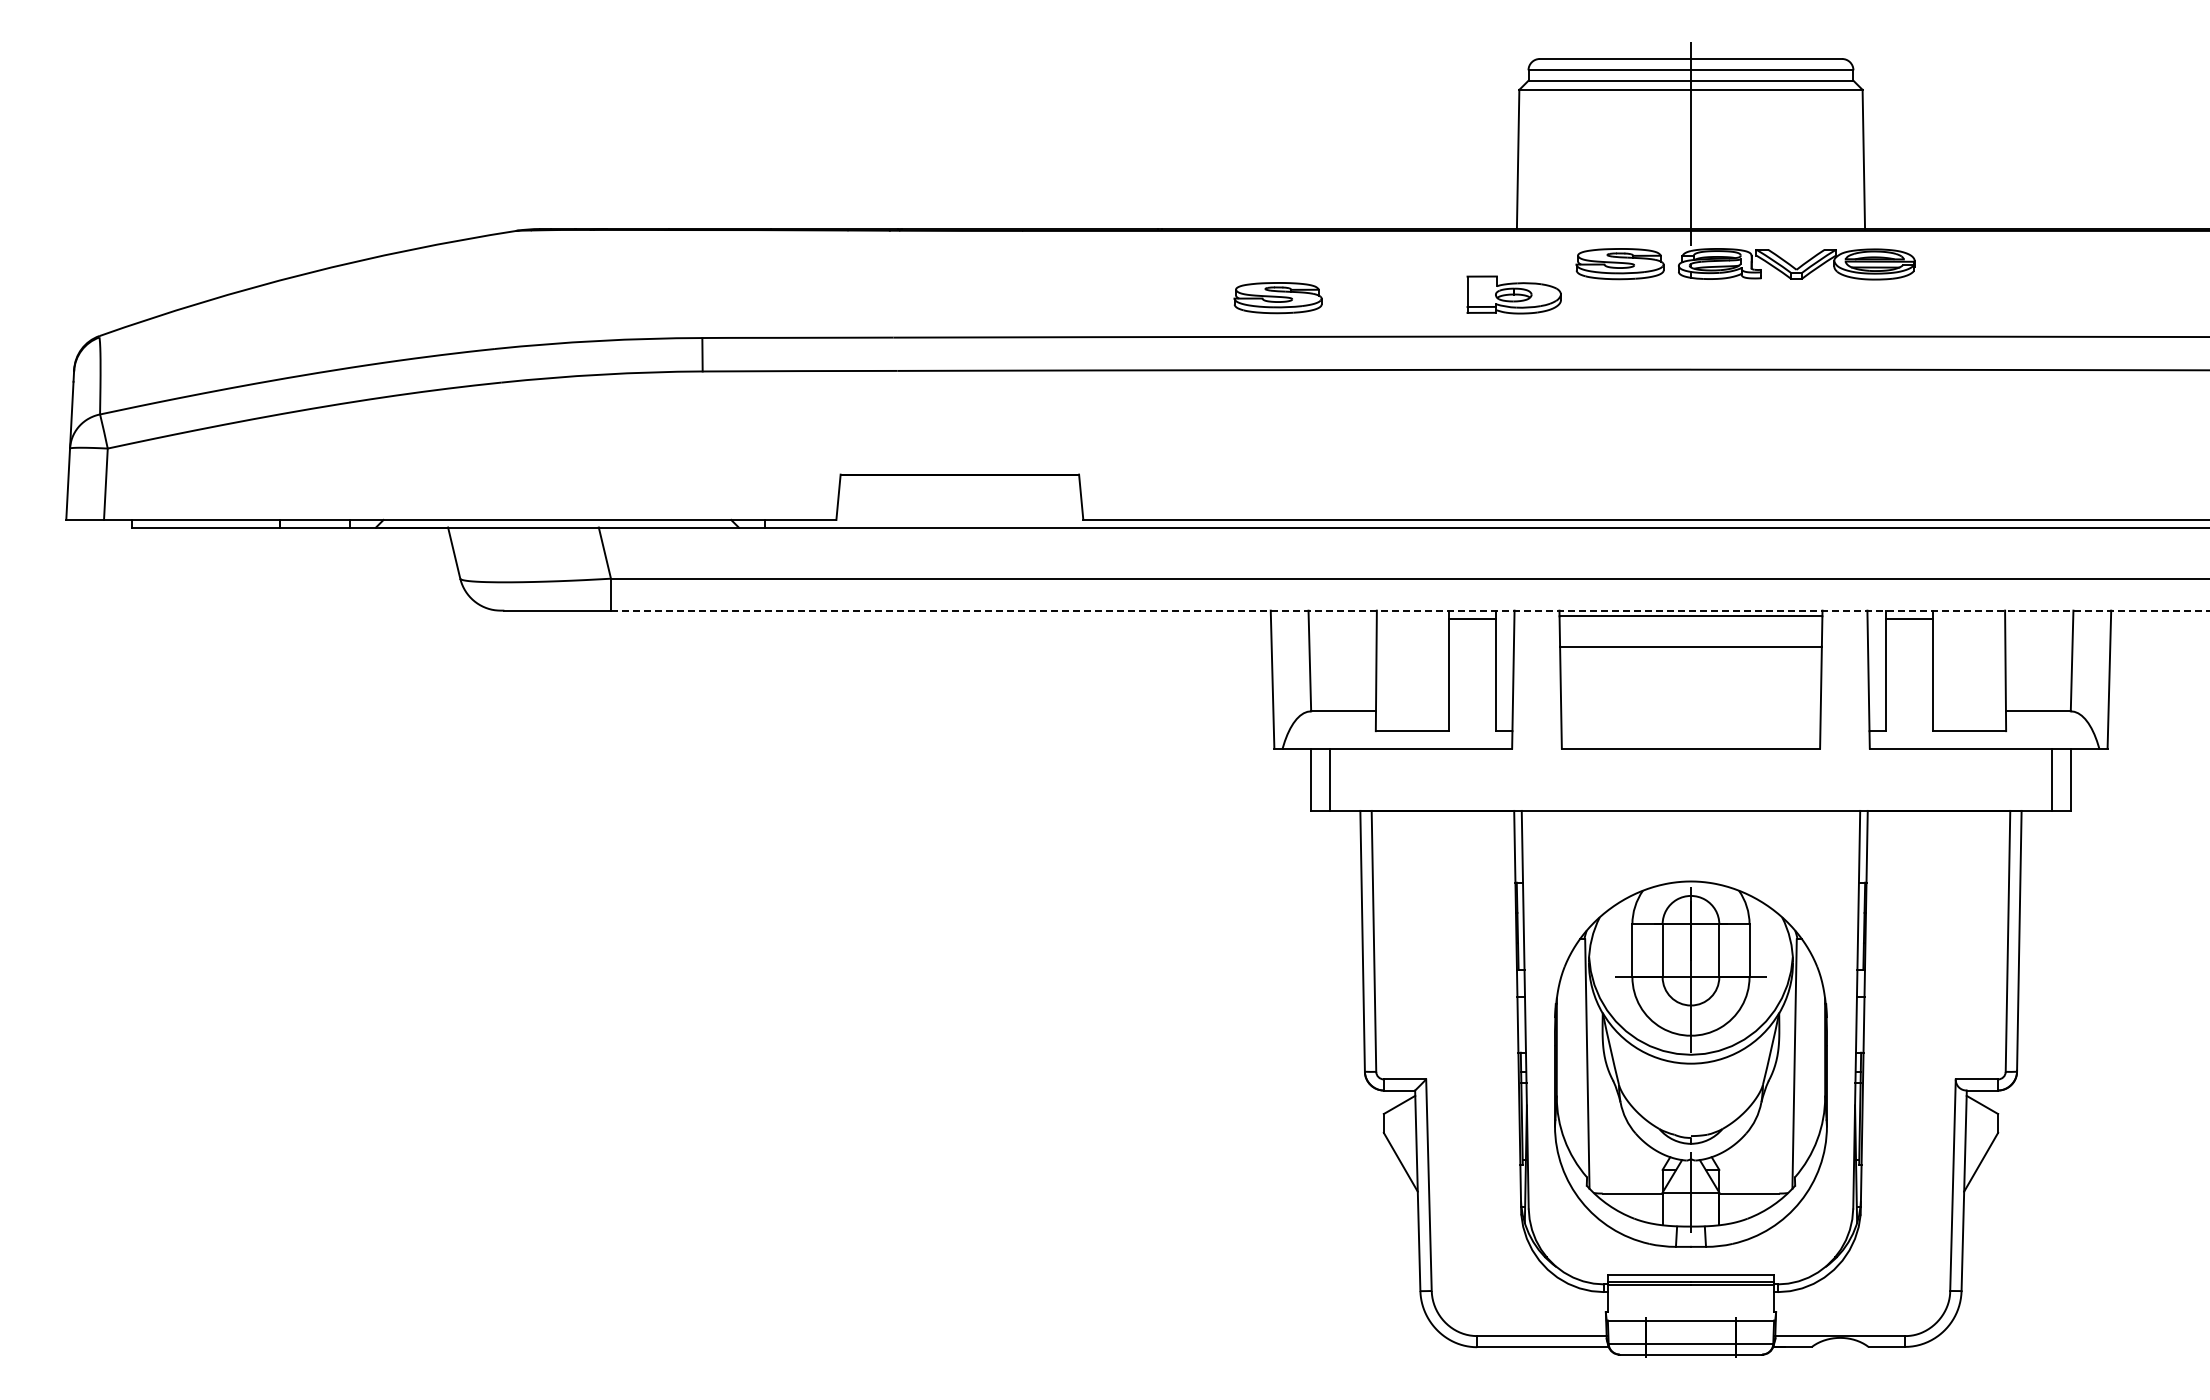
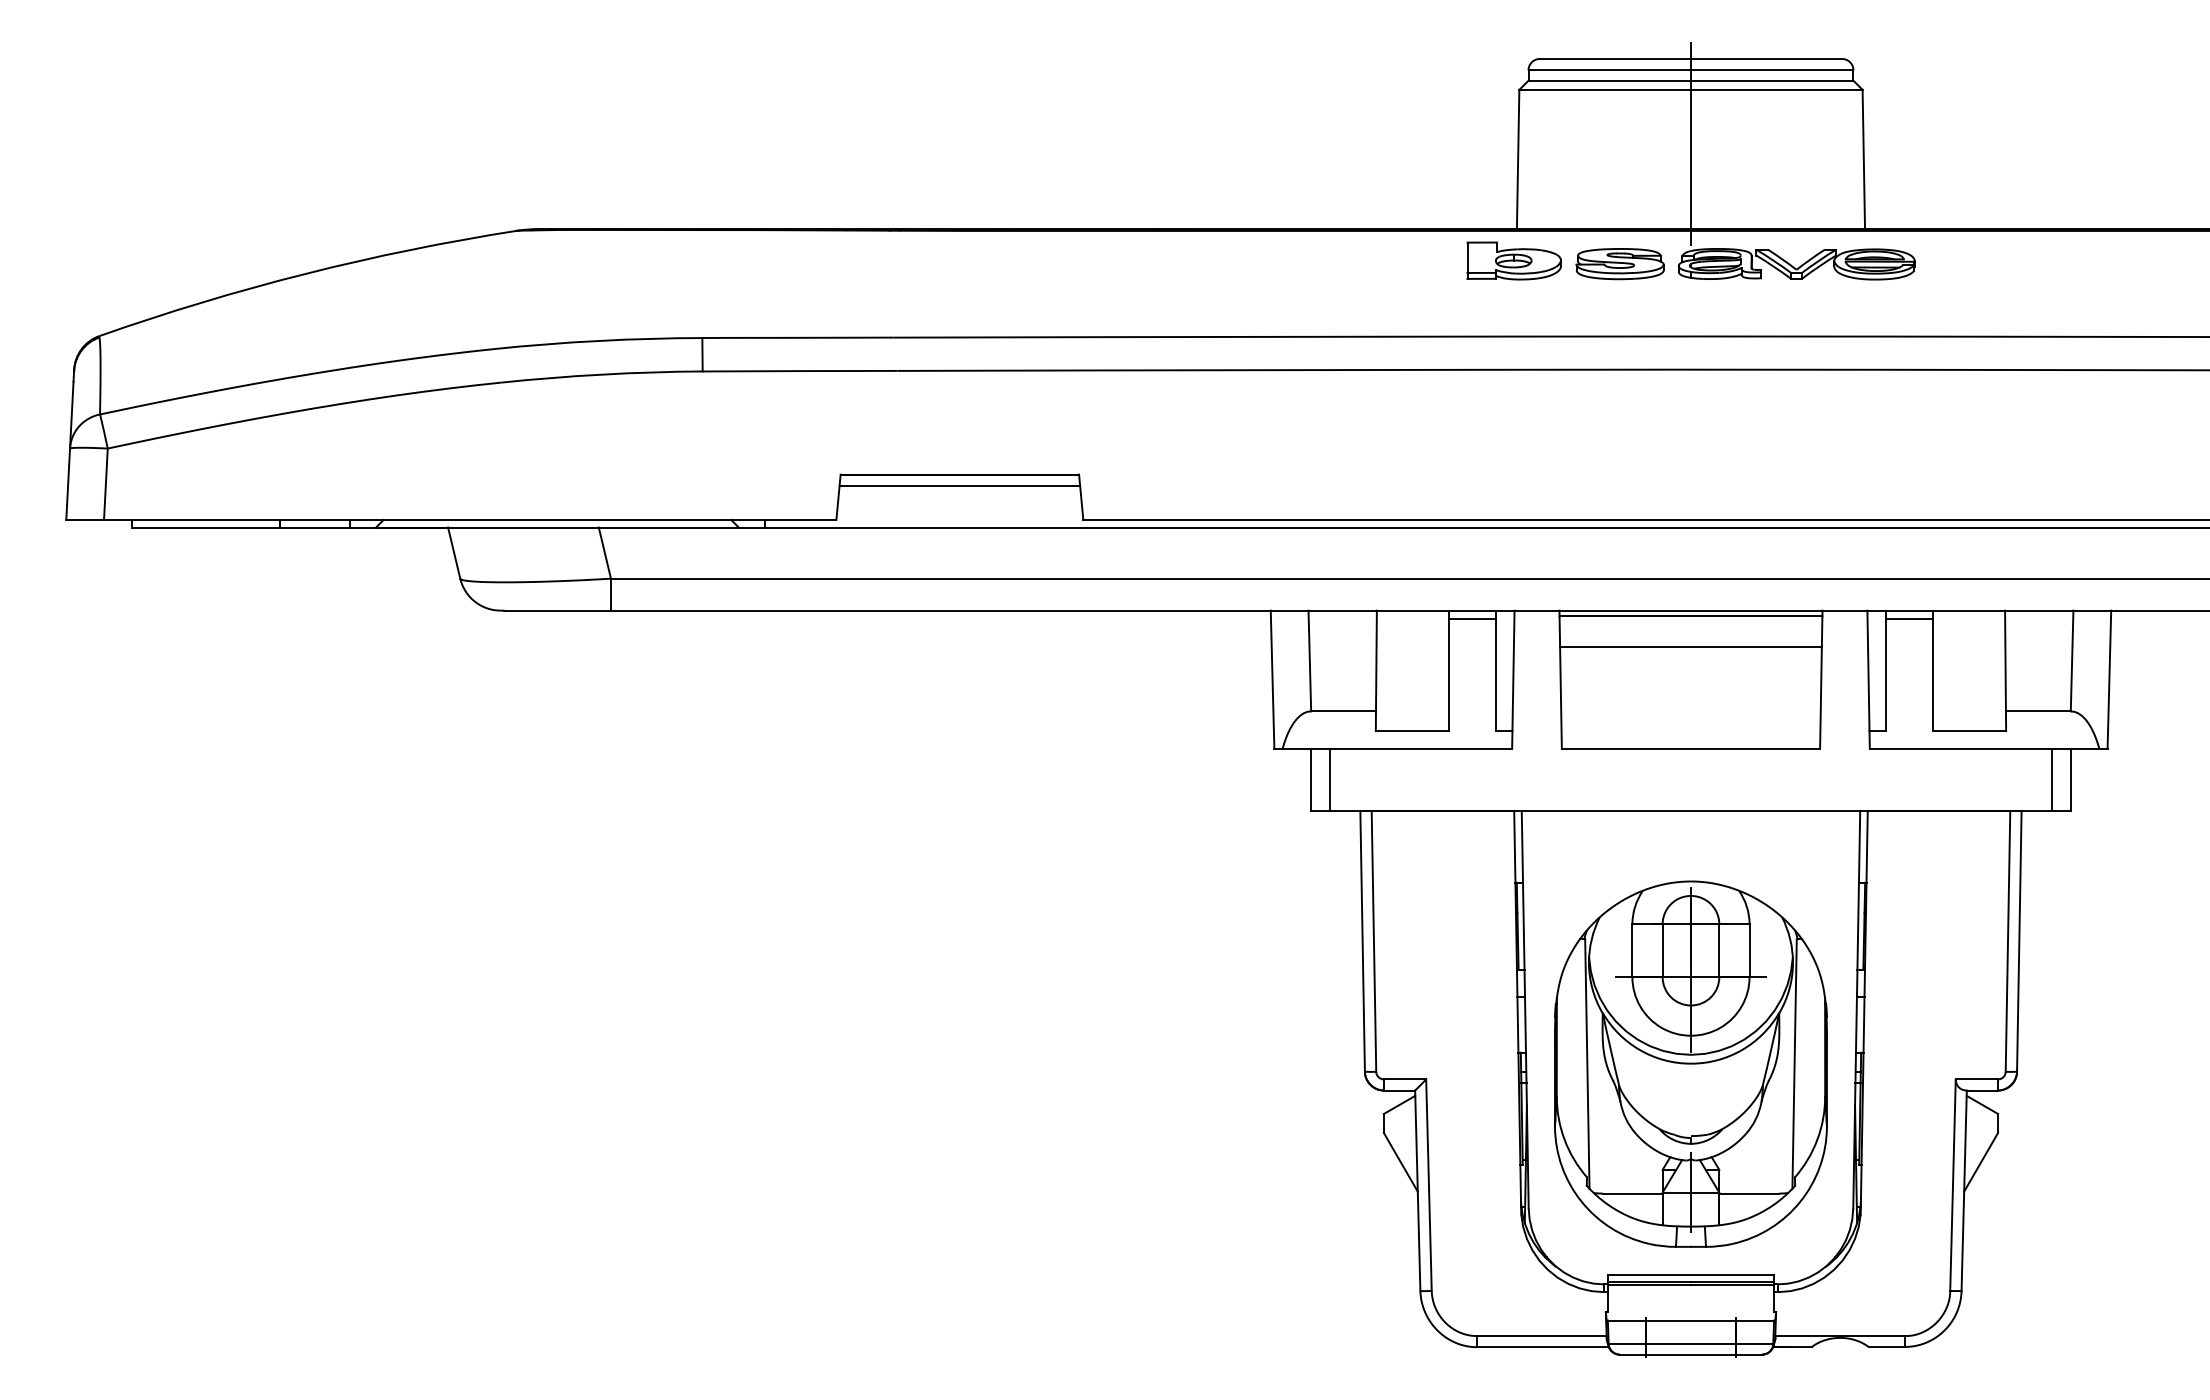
part at (1513, 294) position: (1513, 294) -> (1513, 260)
part at (1277, 298): present -> none
line at (959, 485): none -> present
line at (1410, 610): dashed -> solid
